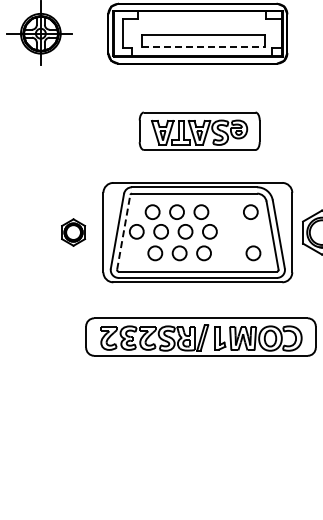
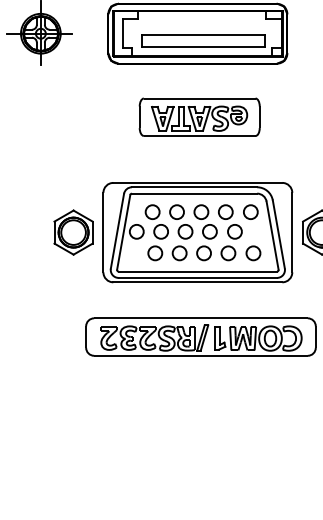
line at (203, 47): dashed -> solid
part at (199, 130) position: (199, 130) -> (199, 116)
part at (73, 232) size: 26x29 px -> 41x47 px
line at (123, 232): dashed -> solid
part at (230, 232): none -> present
